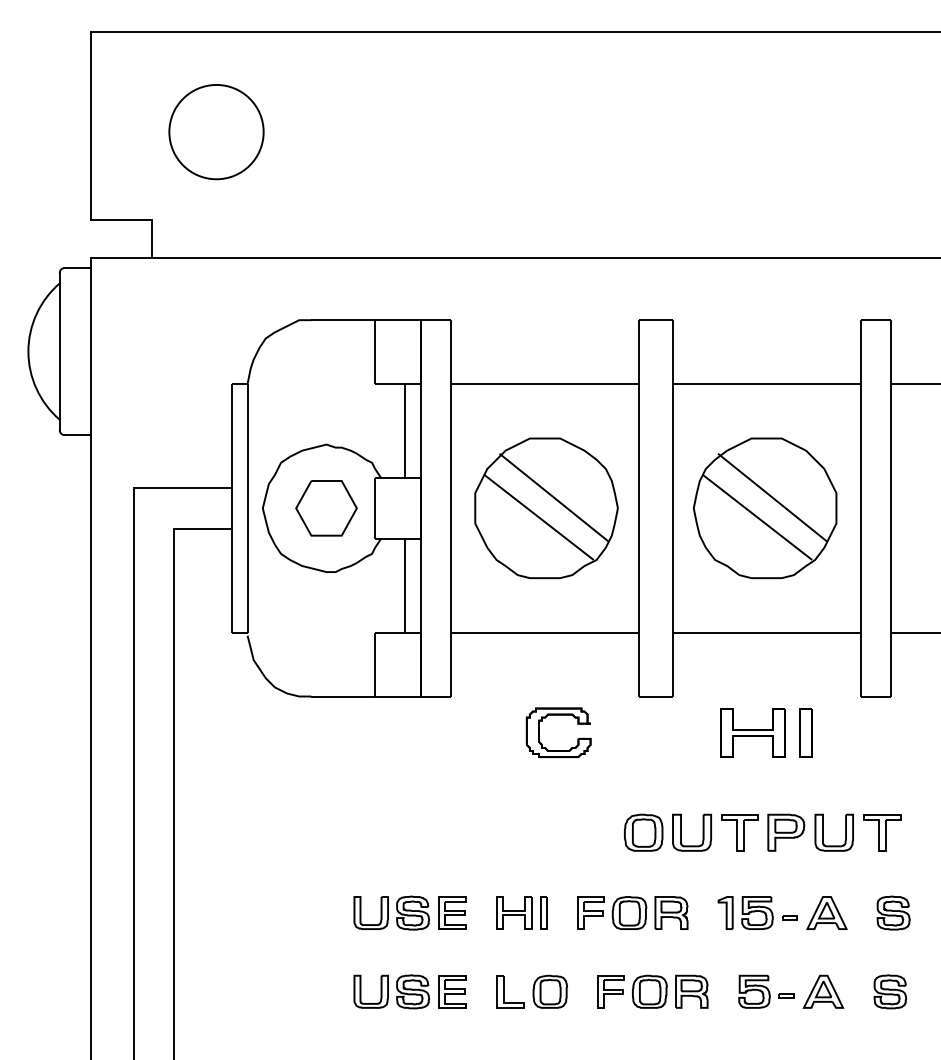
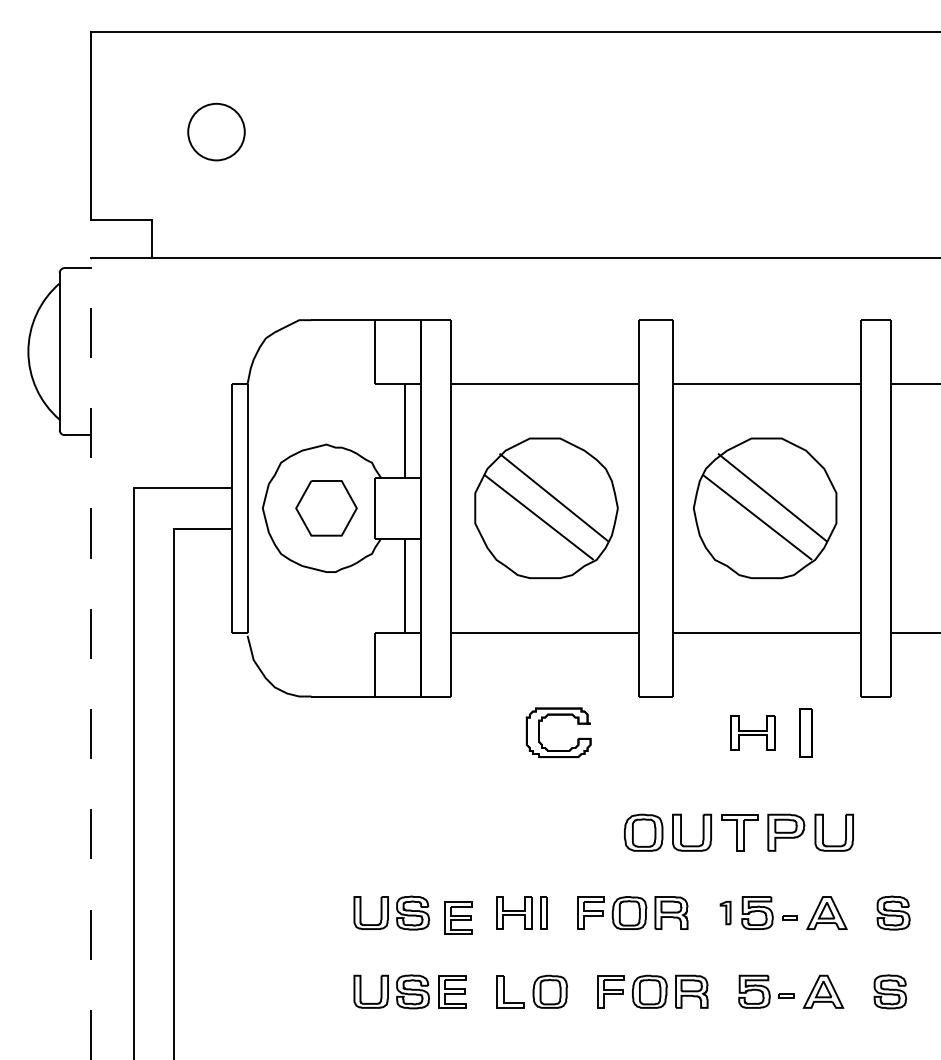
circle at (216, 131) diameter: 94 px -> 57 px
line at (91, 658): solid -> dashed
part at (752, 732) size: 66x50 px -> 46x36 px
part at (882, 832): present -> none
part at (452, 912) position: (452, 912) -> (458, 917)
part at (725, 912) size: 17x34 px -> 13x26 px
